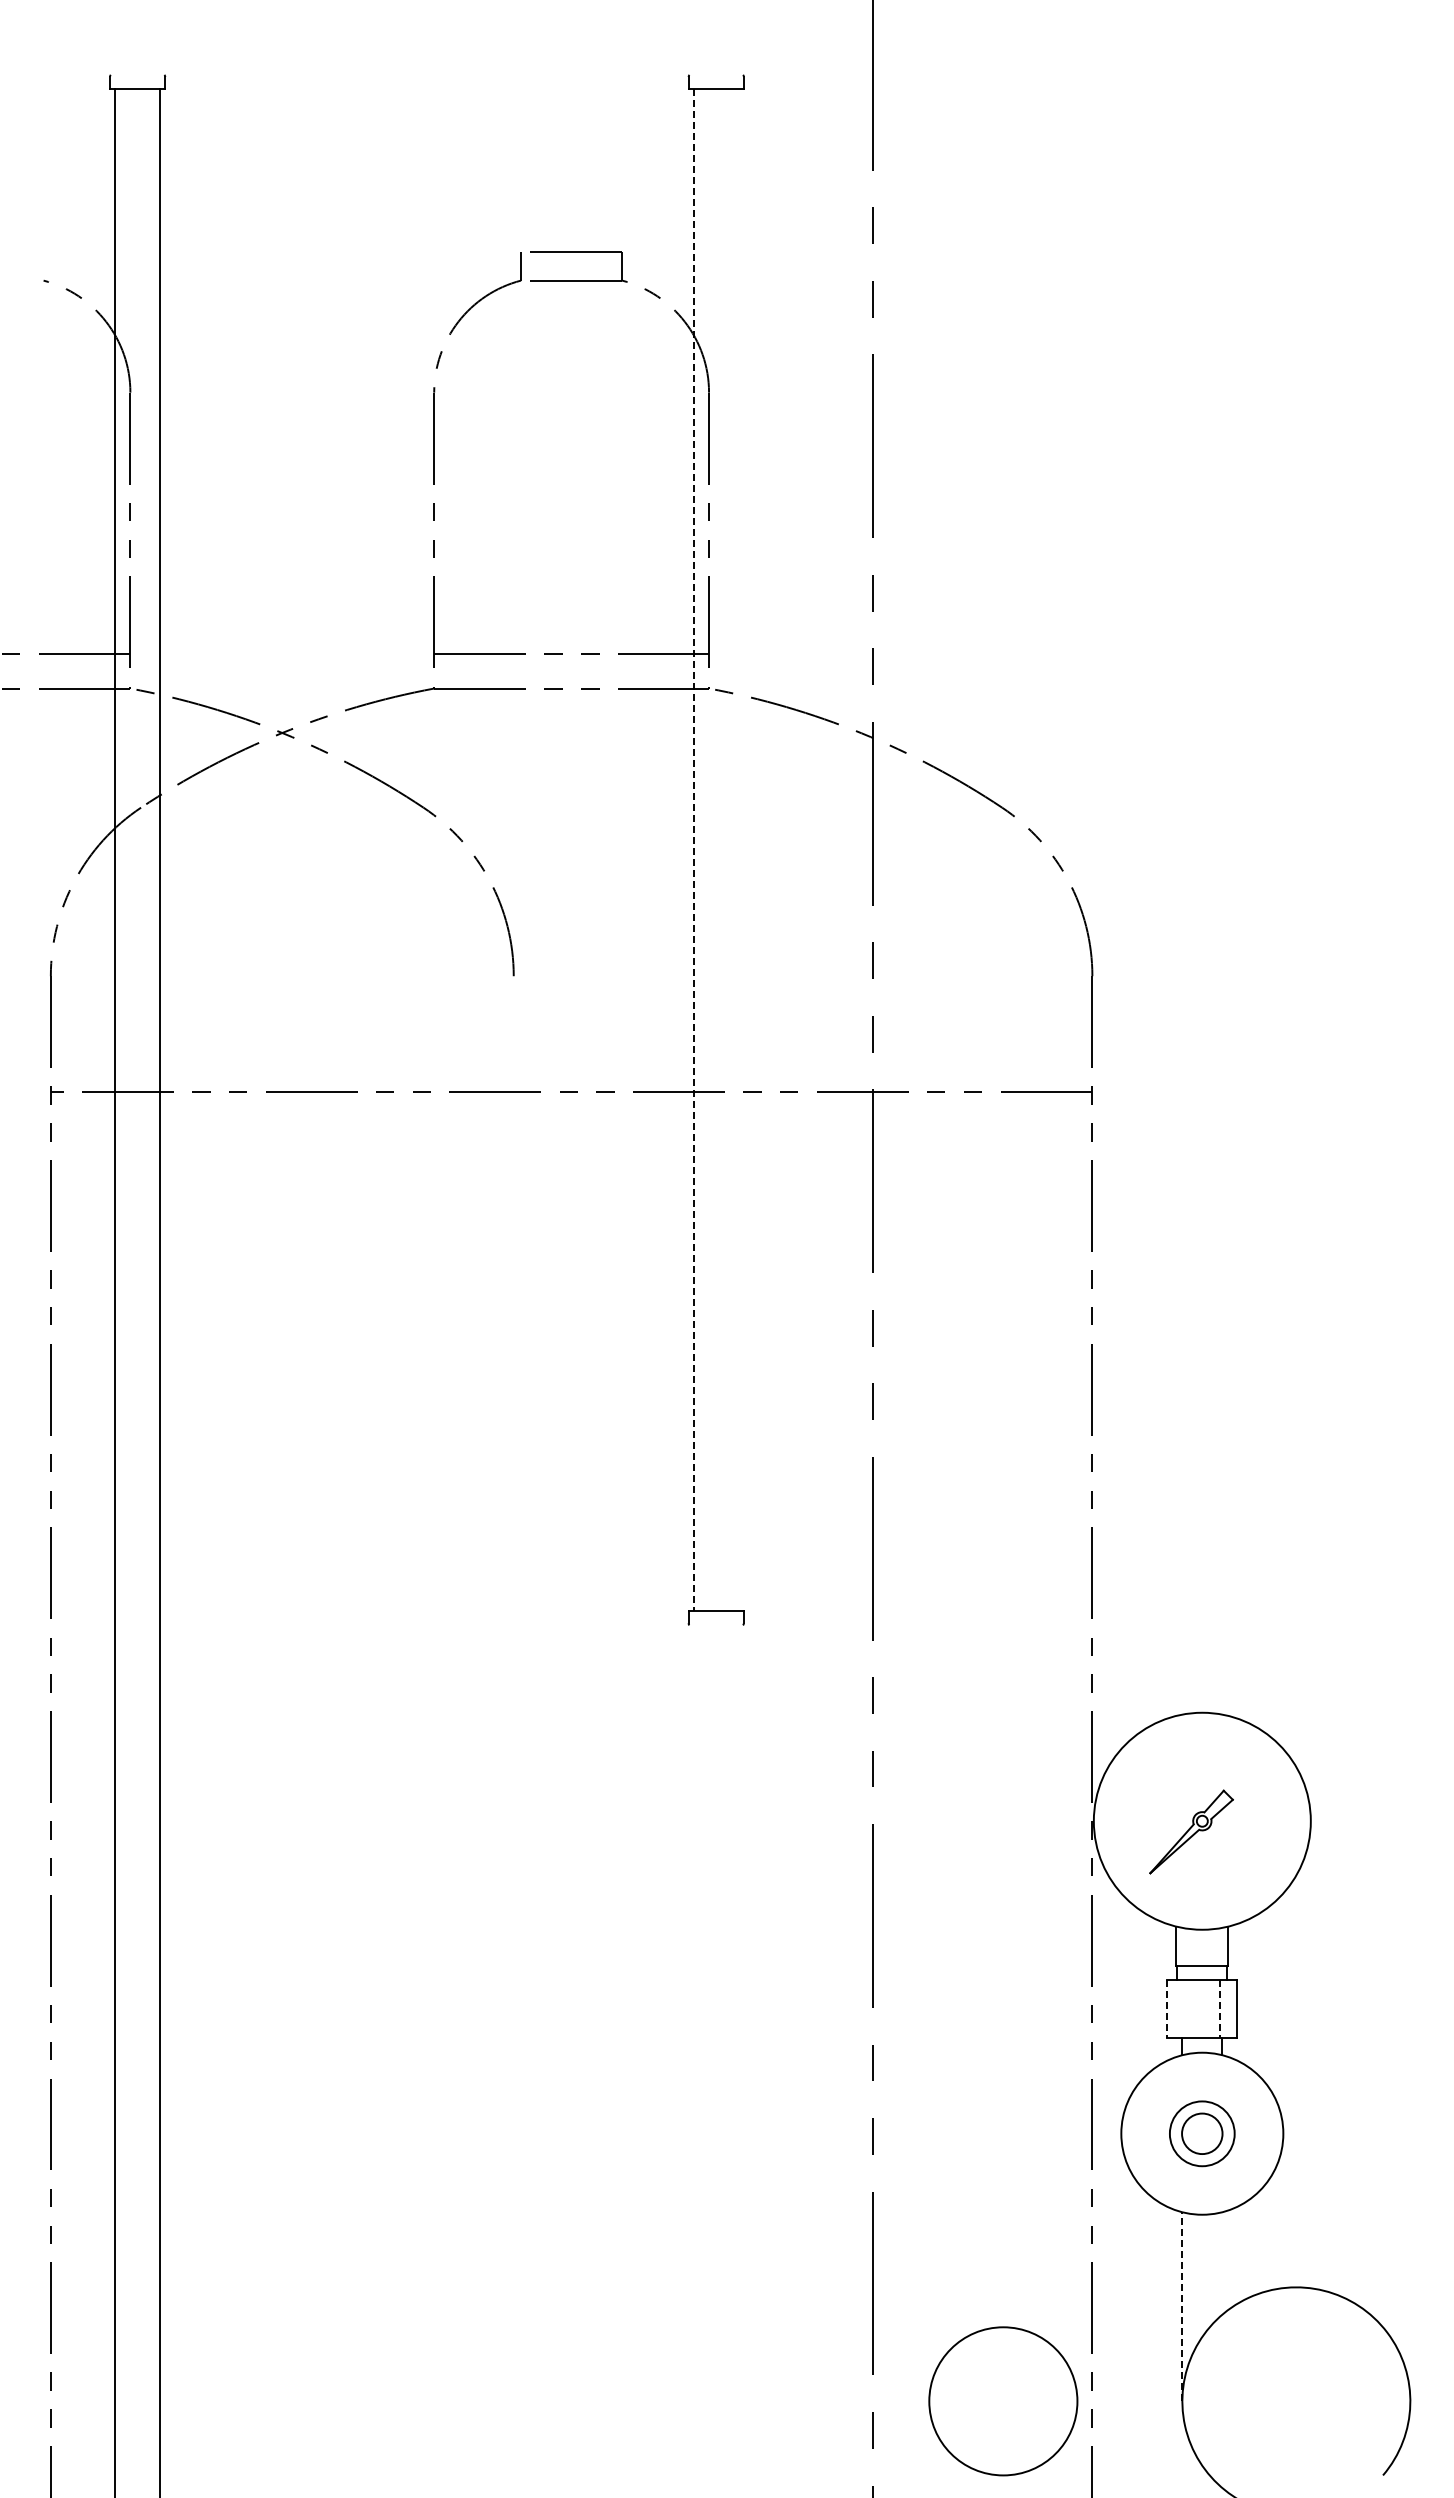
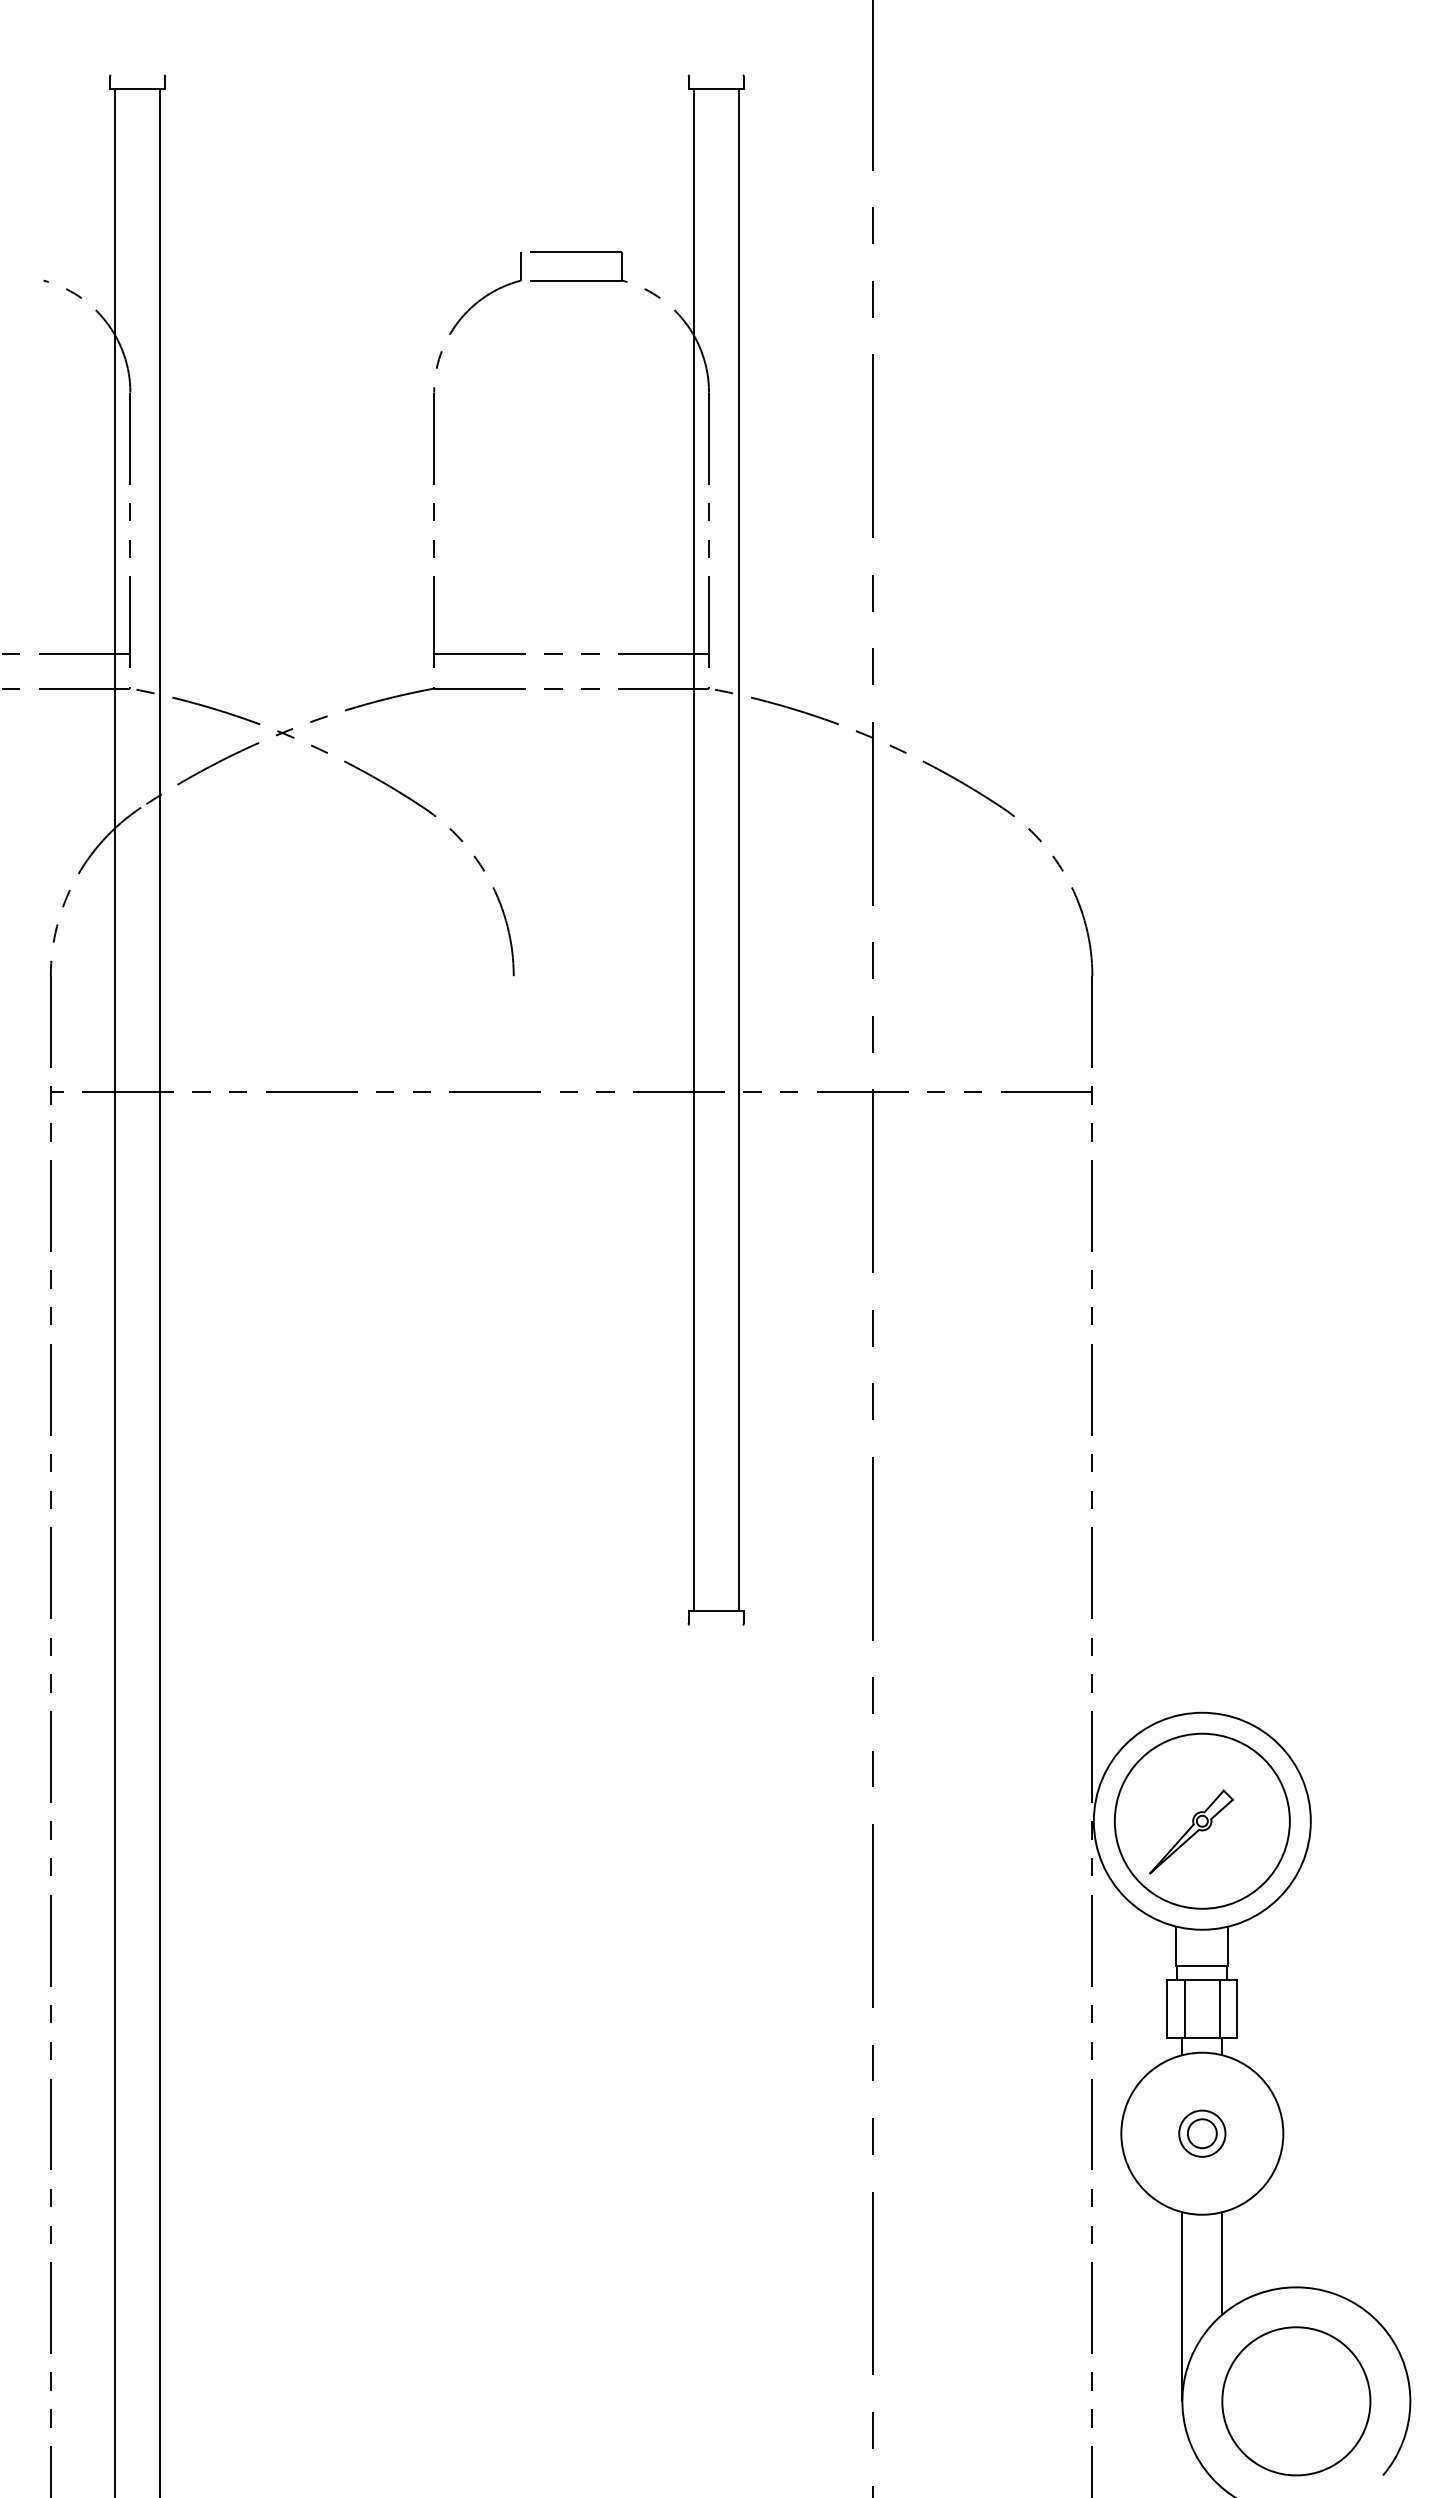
line at (693, 850): dashed -> solid
line at (738, 850): none -> present
circle at (1202, 1820): none -> present
line at (1167, 2009): dashed -> solid
line at (1184, 2009): none -> present
line at (1219, 2009): dashed -> solid
part at (1202, 2133) size: 67x68 px -> 49x49 px
line at (1222, 2263): none -> present
line at (1182, 2306): dashed -> solid
circle at (1003, 2401) position: (1003, 2401) -> (1296, 2401)
